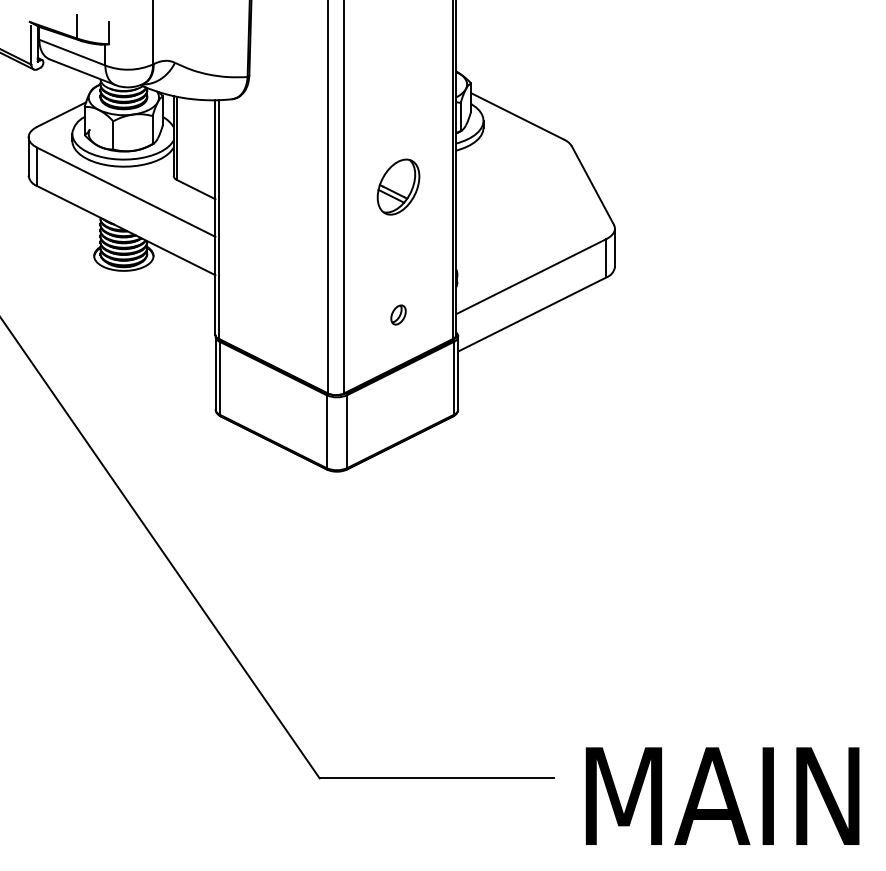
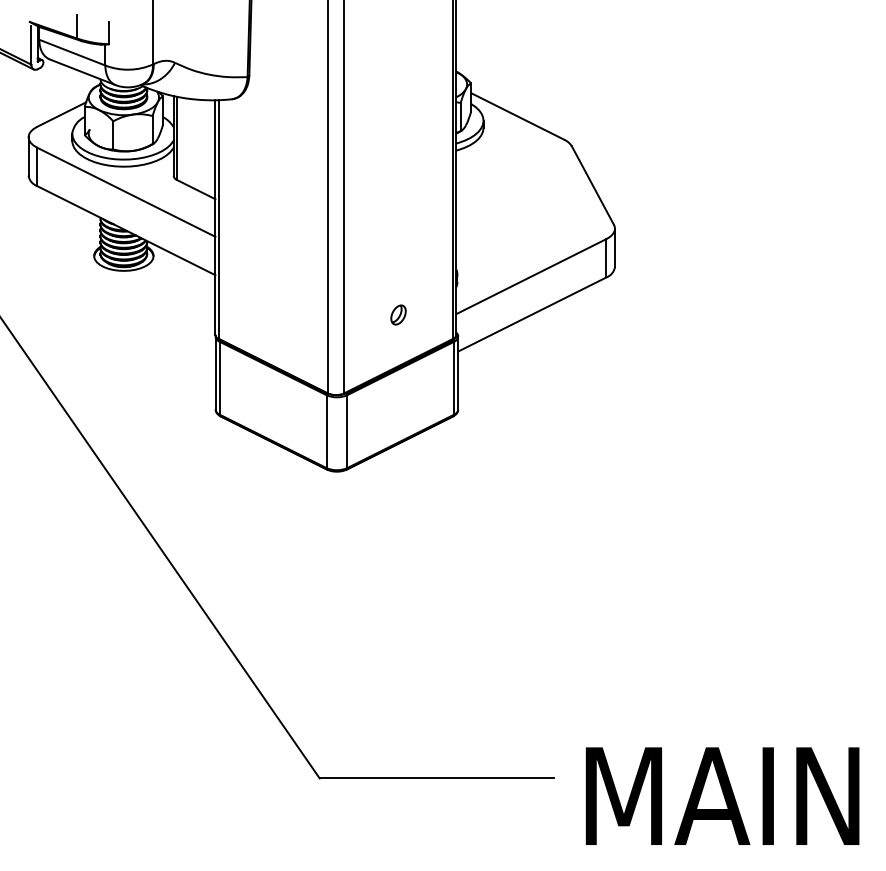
part at (398, 186): present -> none
